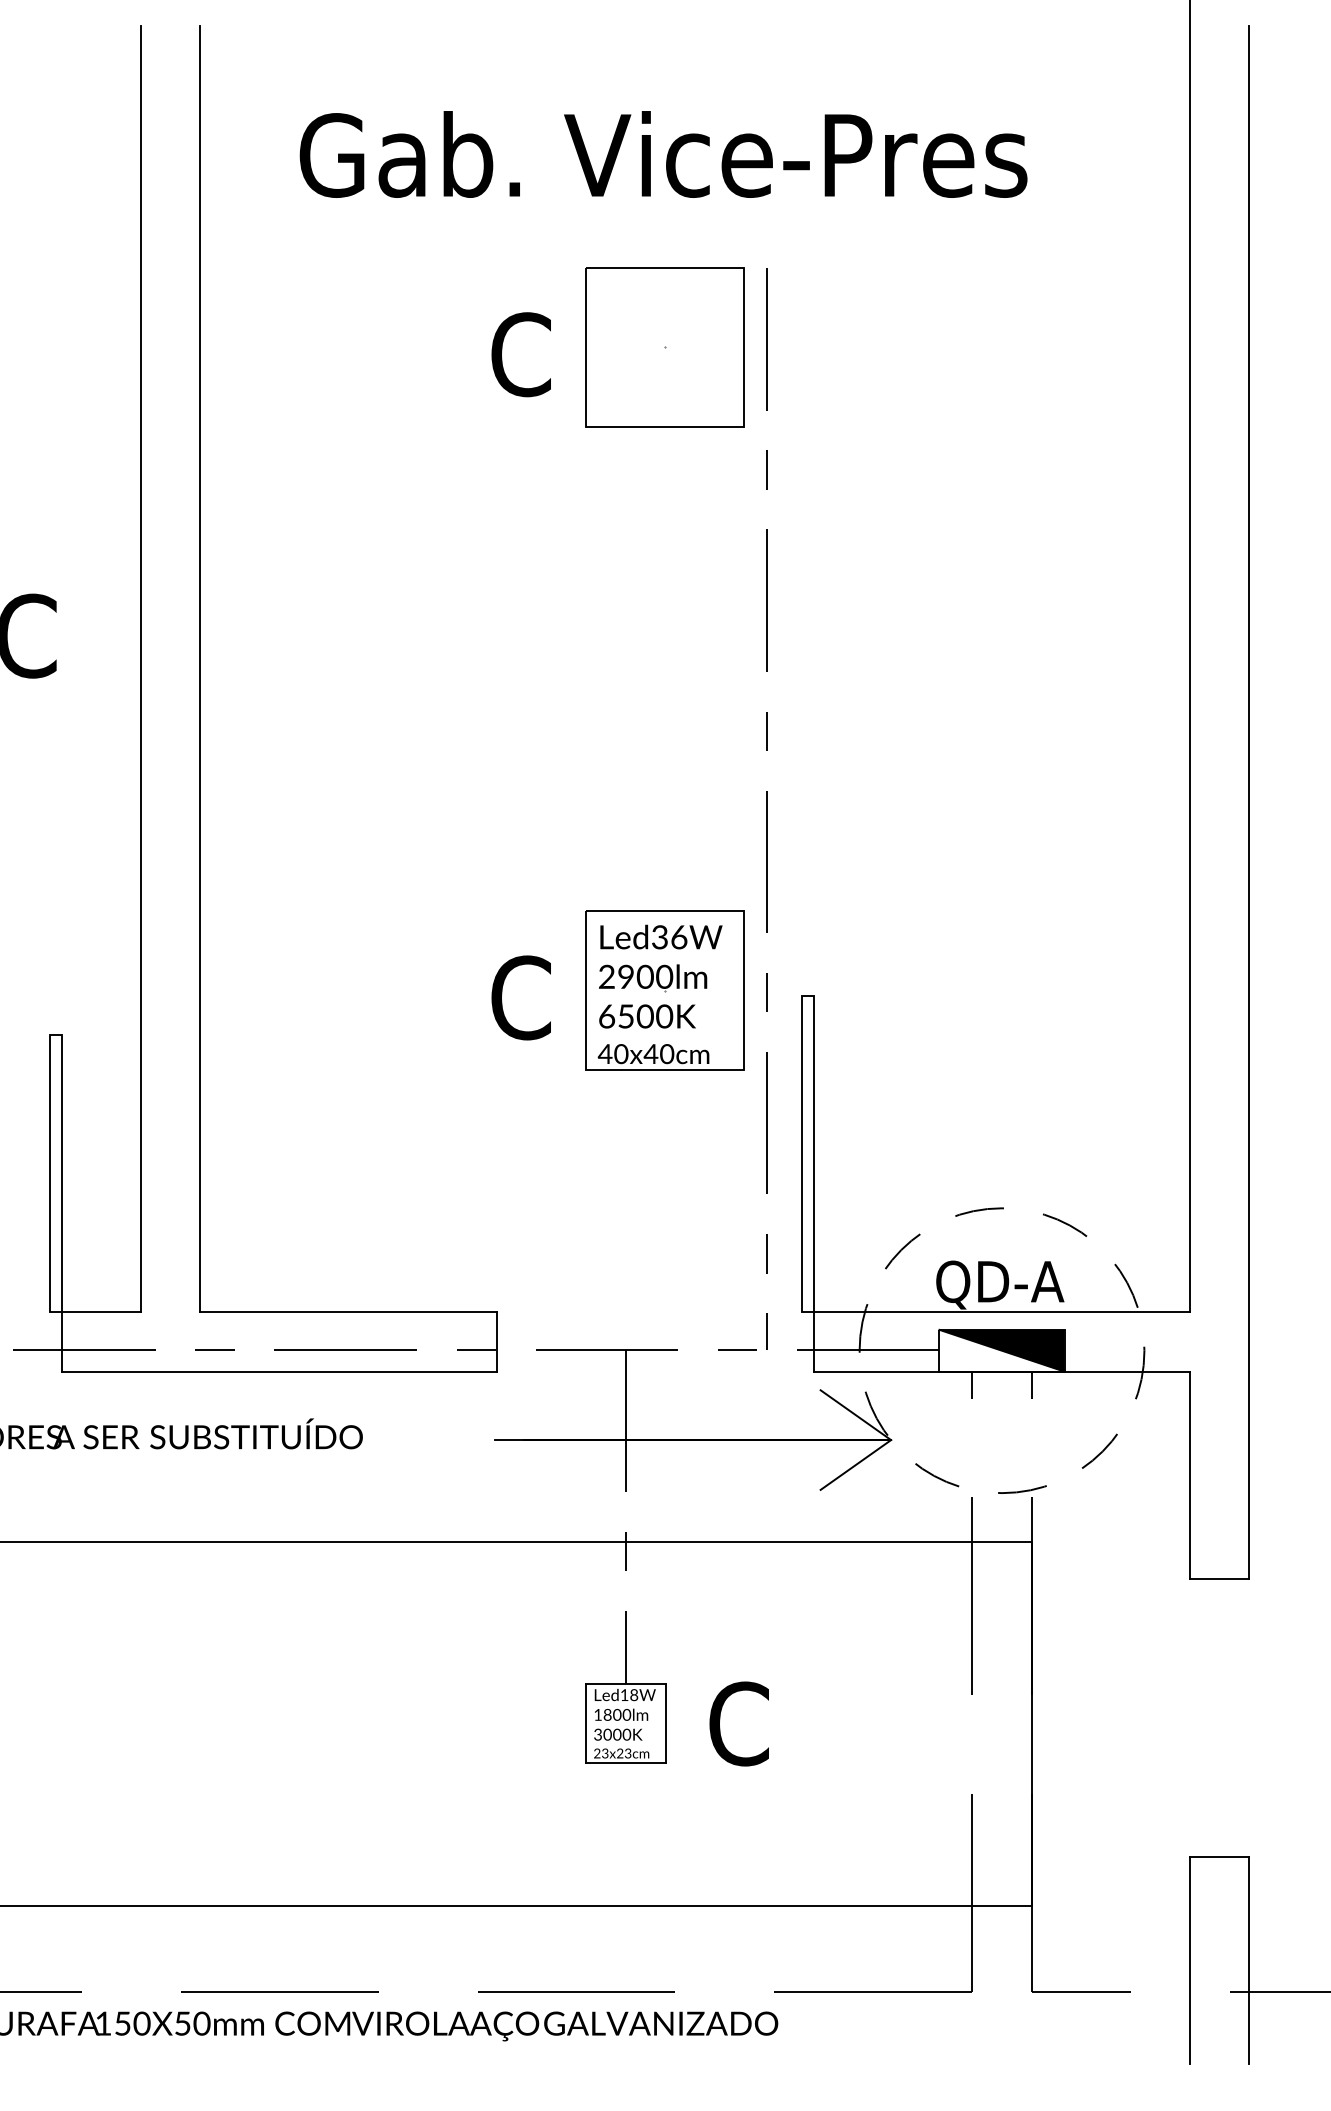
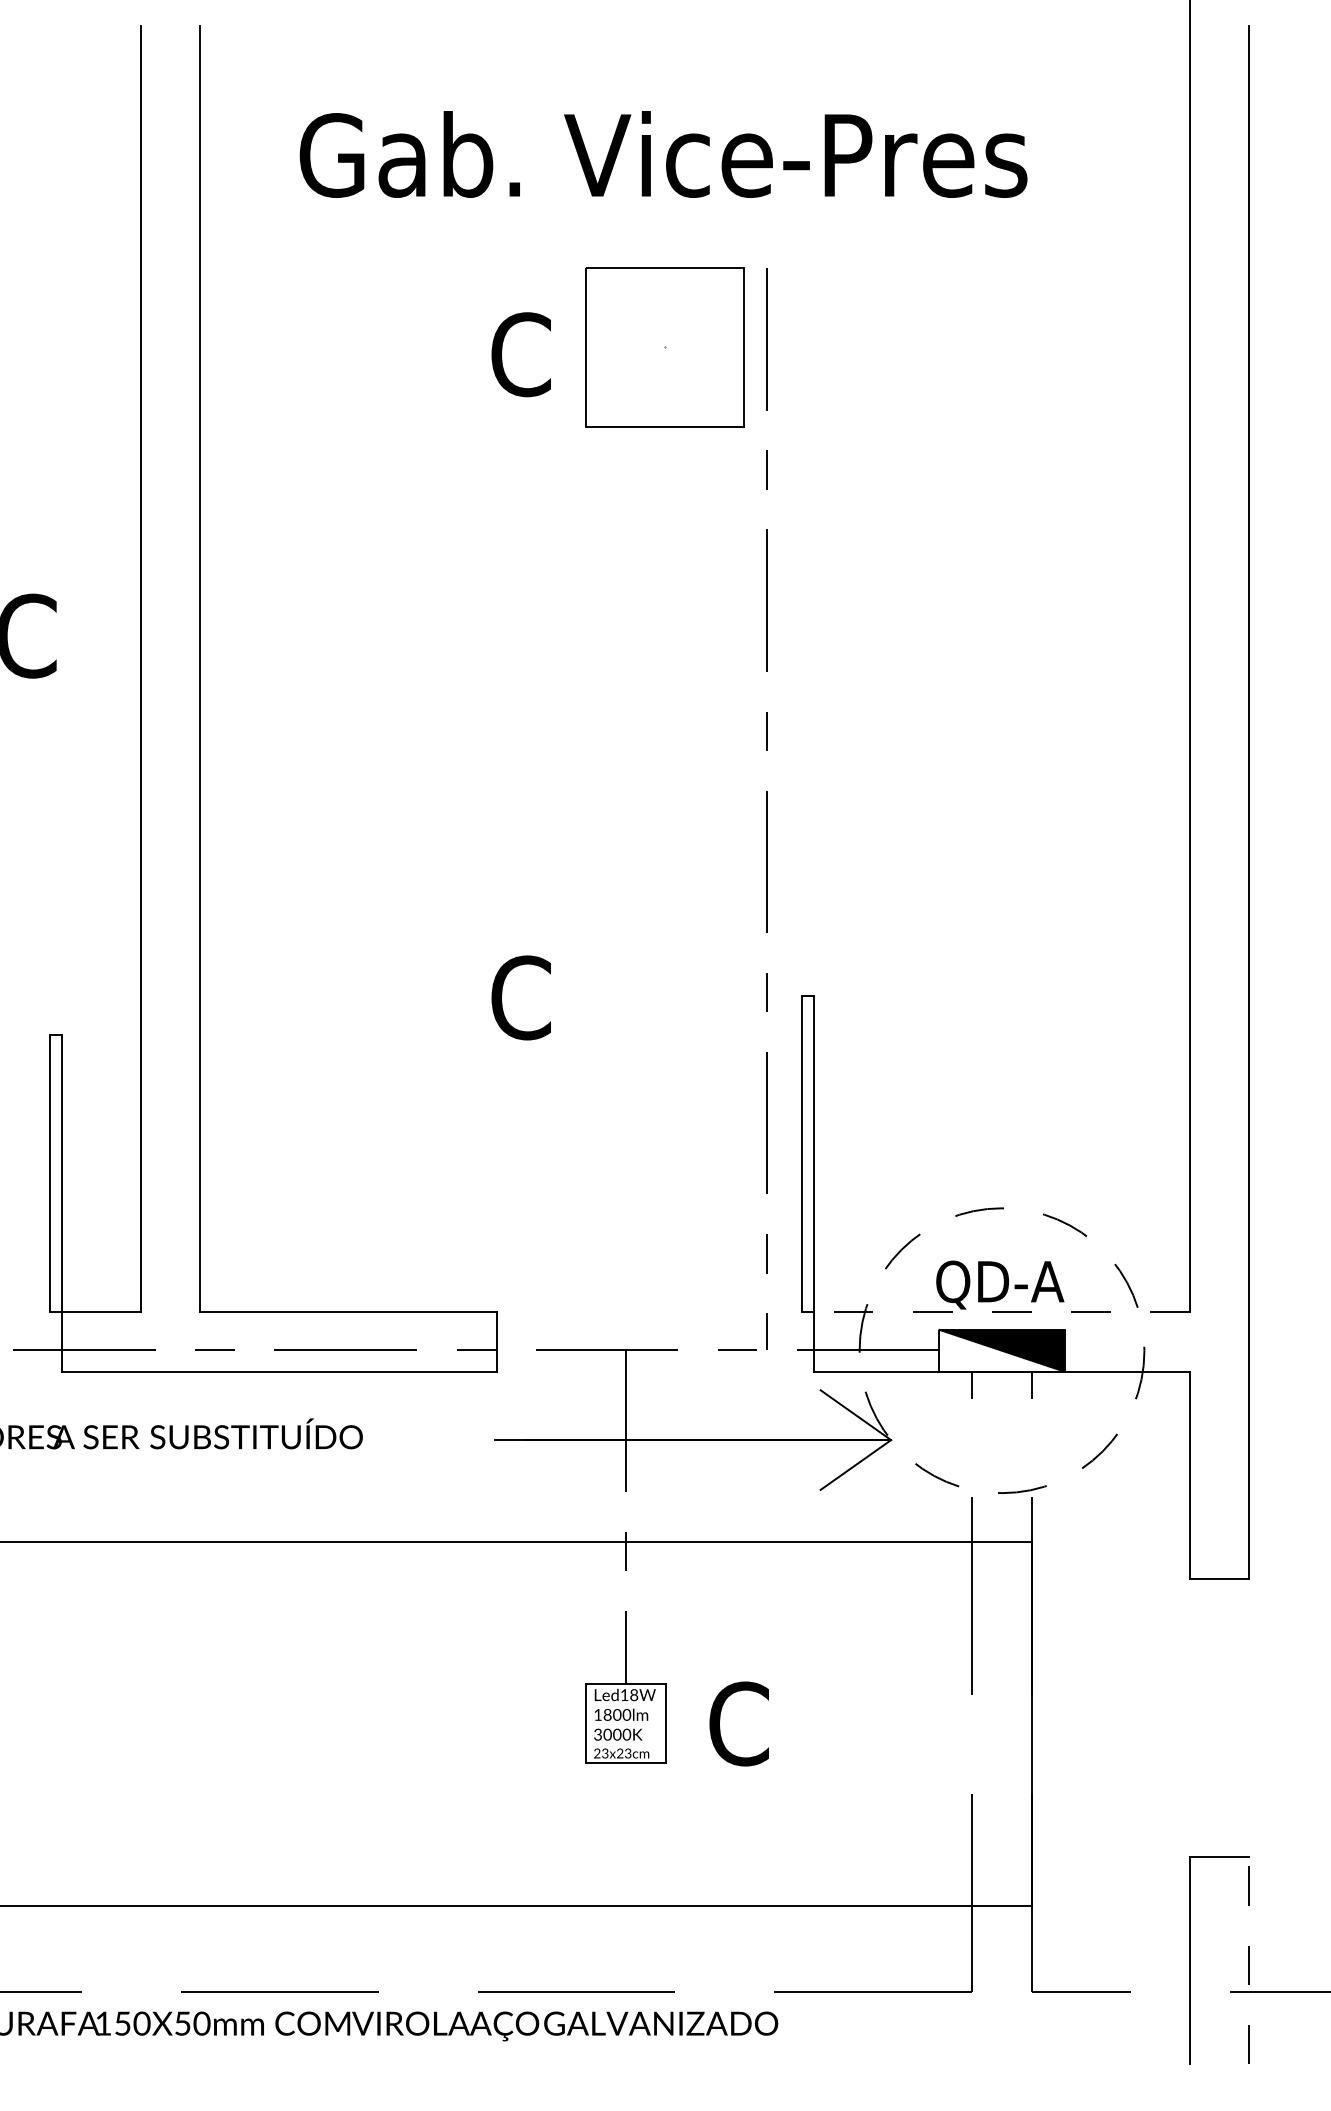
part at (664, 990): present -> none
line at (1001, 1312): solid -> dashed
line at (1249, 1960): solid -> dashed
